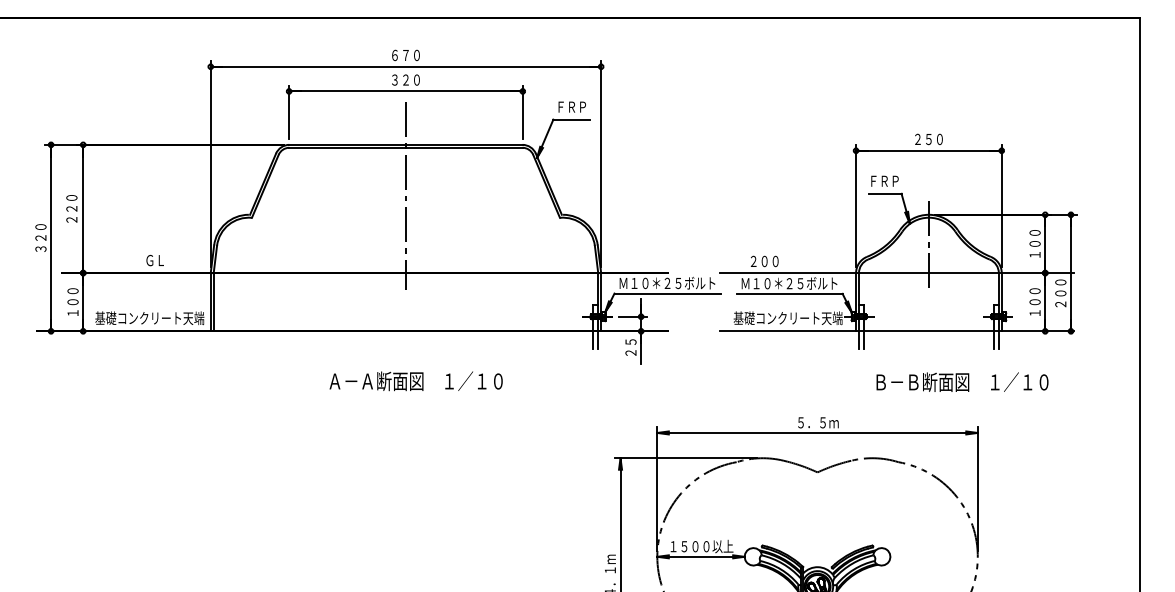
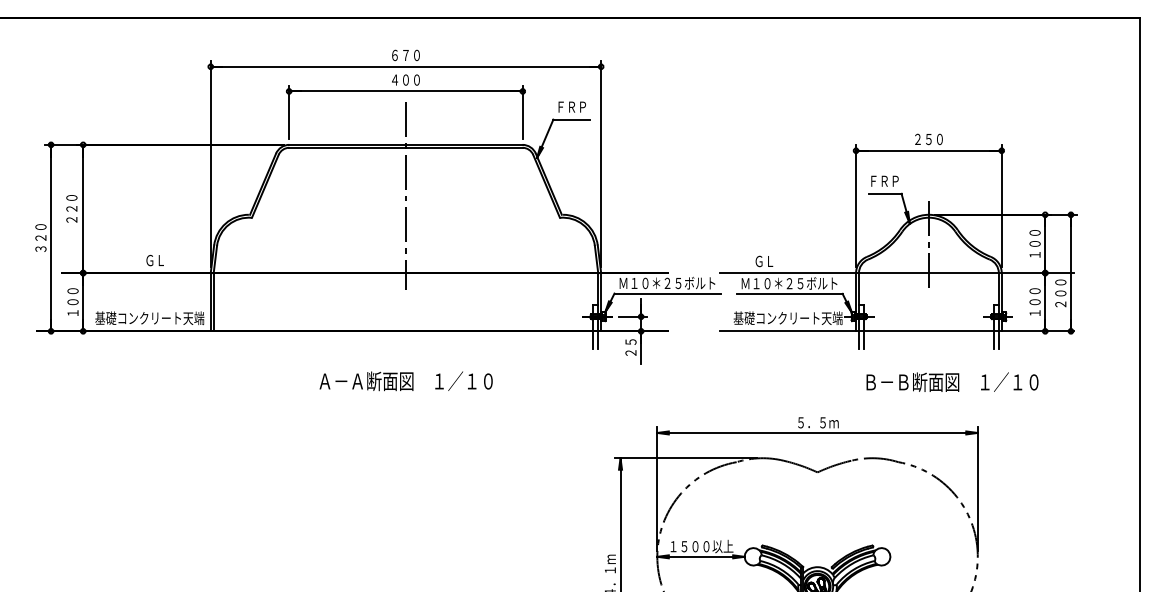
text at (400, 79): ３２０ -> ４００
text at (764, 261): ２００ -> ＧＬ
text at (415, 381) position: (415, 381) -> (405, 381)
text at (962, 381) position: (962, 381) -> (952, 381)
